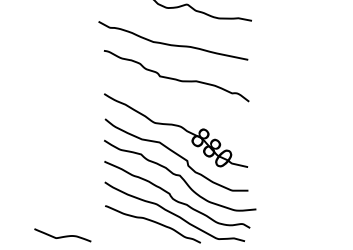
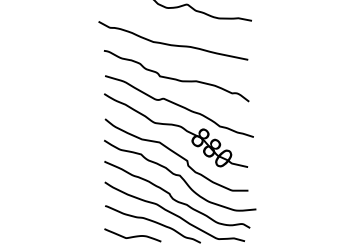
curve at (179, 106): none -> present
curve at (62, 236) position: (62, 236) -> (132, 236)
